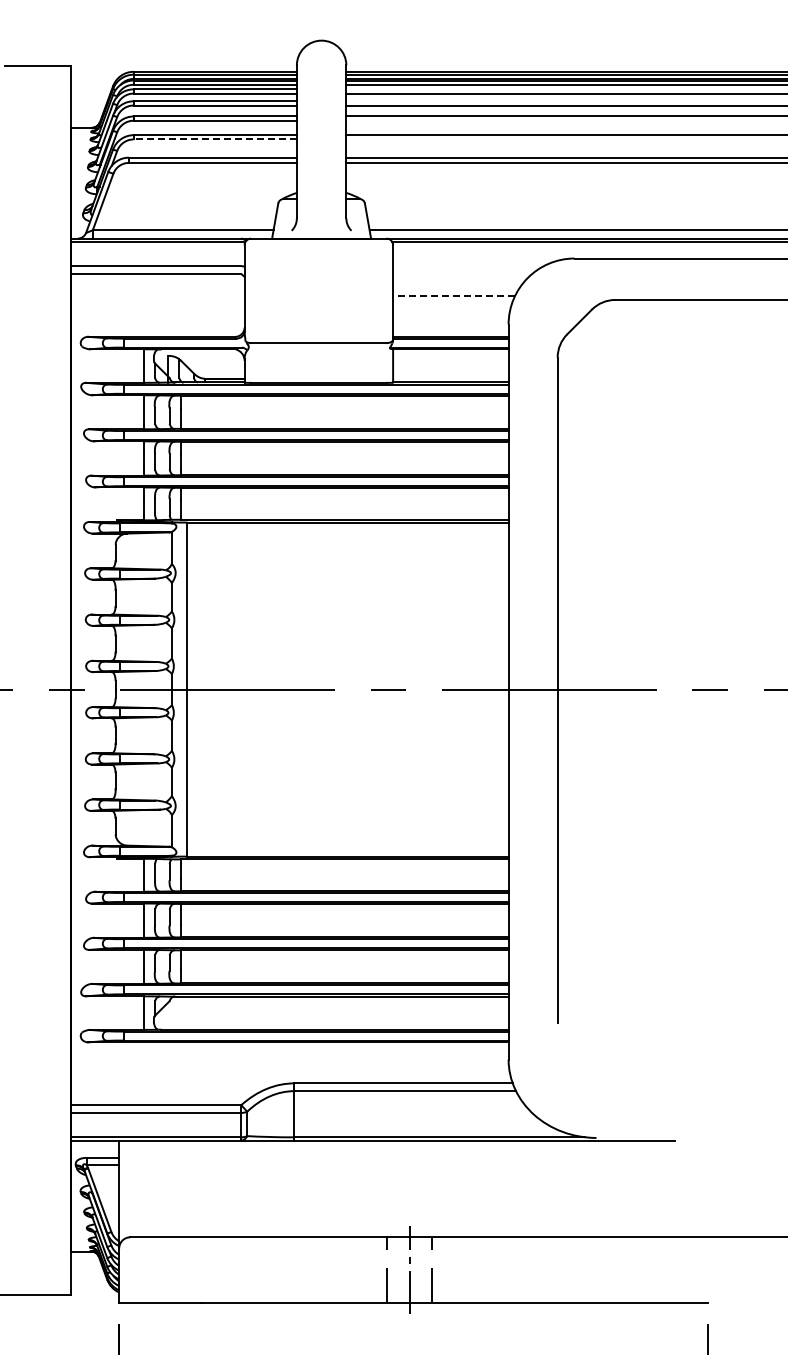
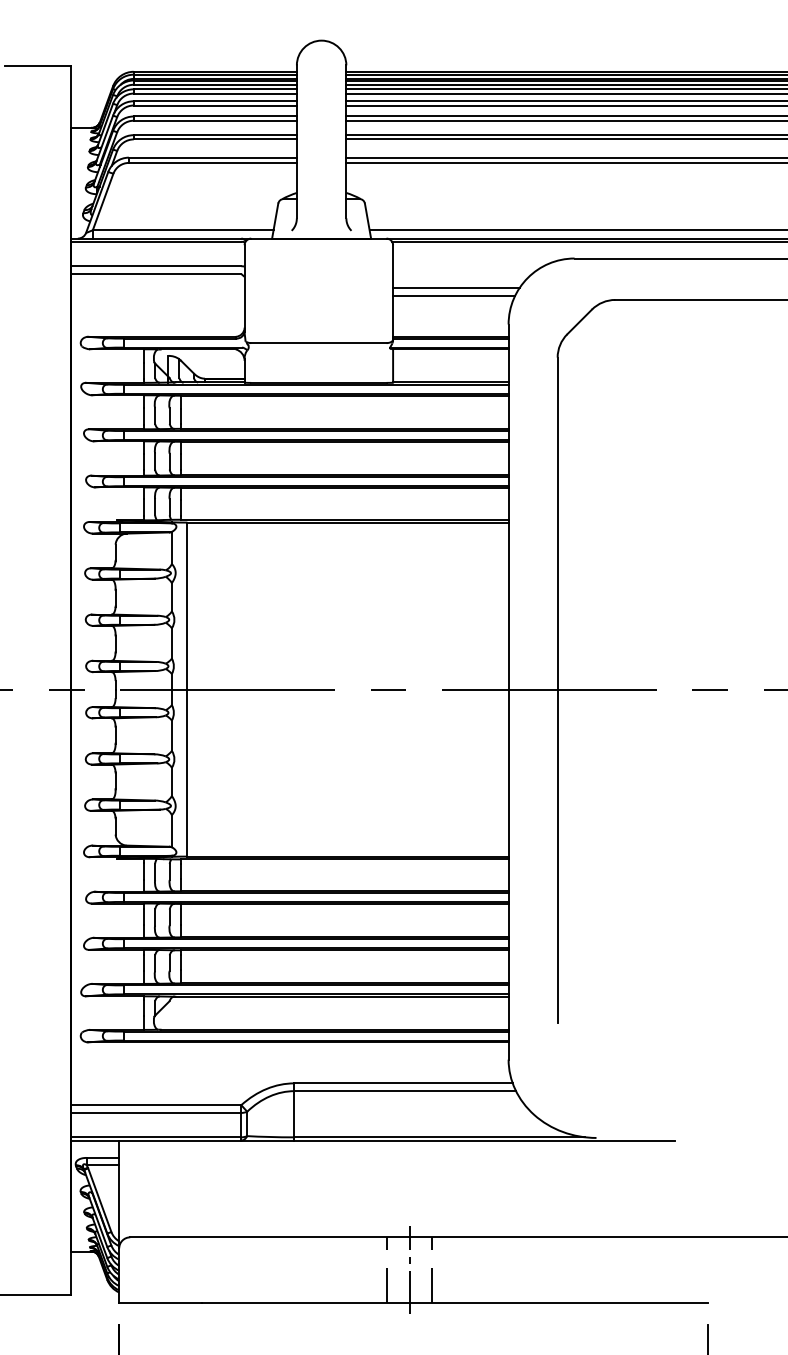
line at (565, 89): none -> present
line at (565, 101): none -> present
line at (565, 120): none -> present
line at (215, 139): dashed -> solid
line at (565, 139): none -> present
line at (456, 288): none -> present
line at (453, 295): dashed -> solid
